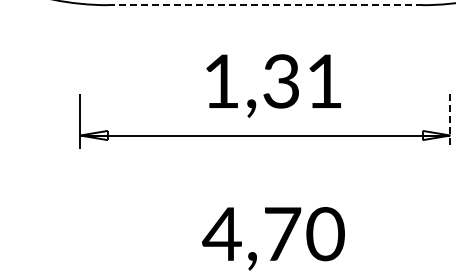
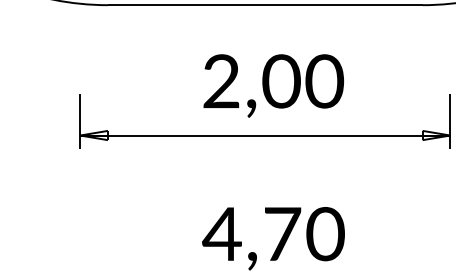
line at (264, 5): dashed -> solid
text at (273, 81): 1,31 -> 2,00
line at (450, 121): dashed -> solid
